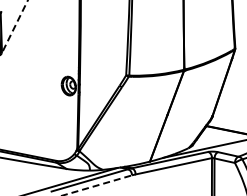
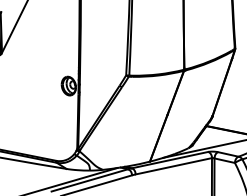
line at (14, 27): dashed -> solid
line at (96, 185): dashed -> solid
